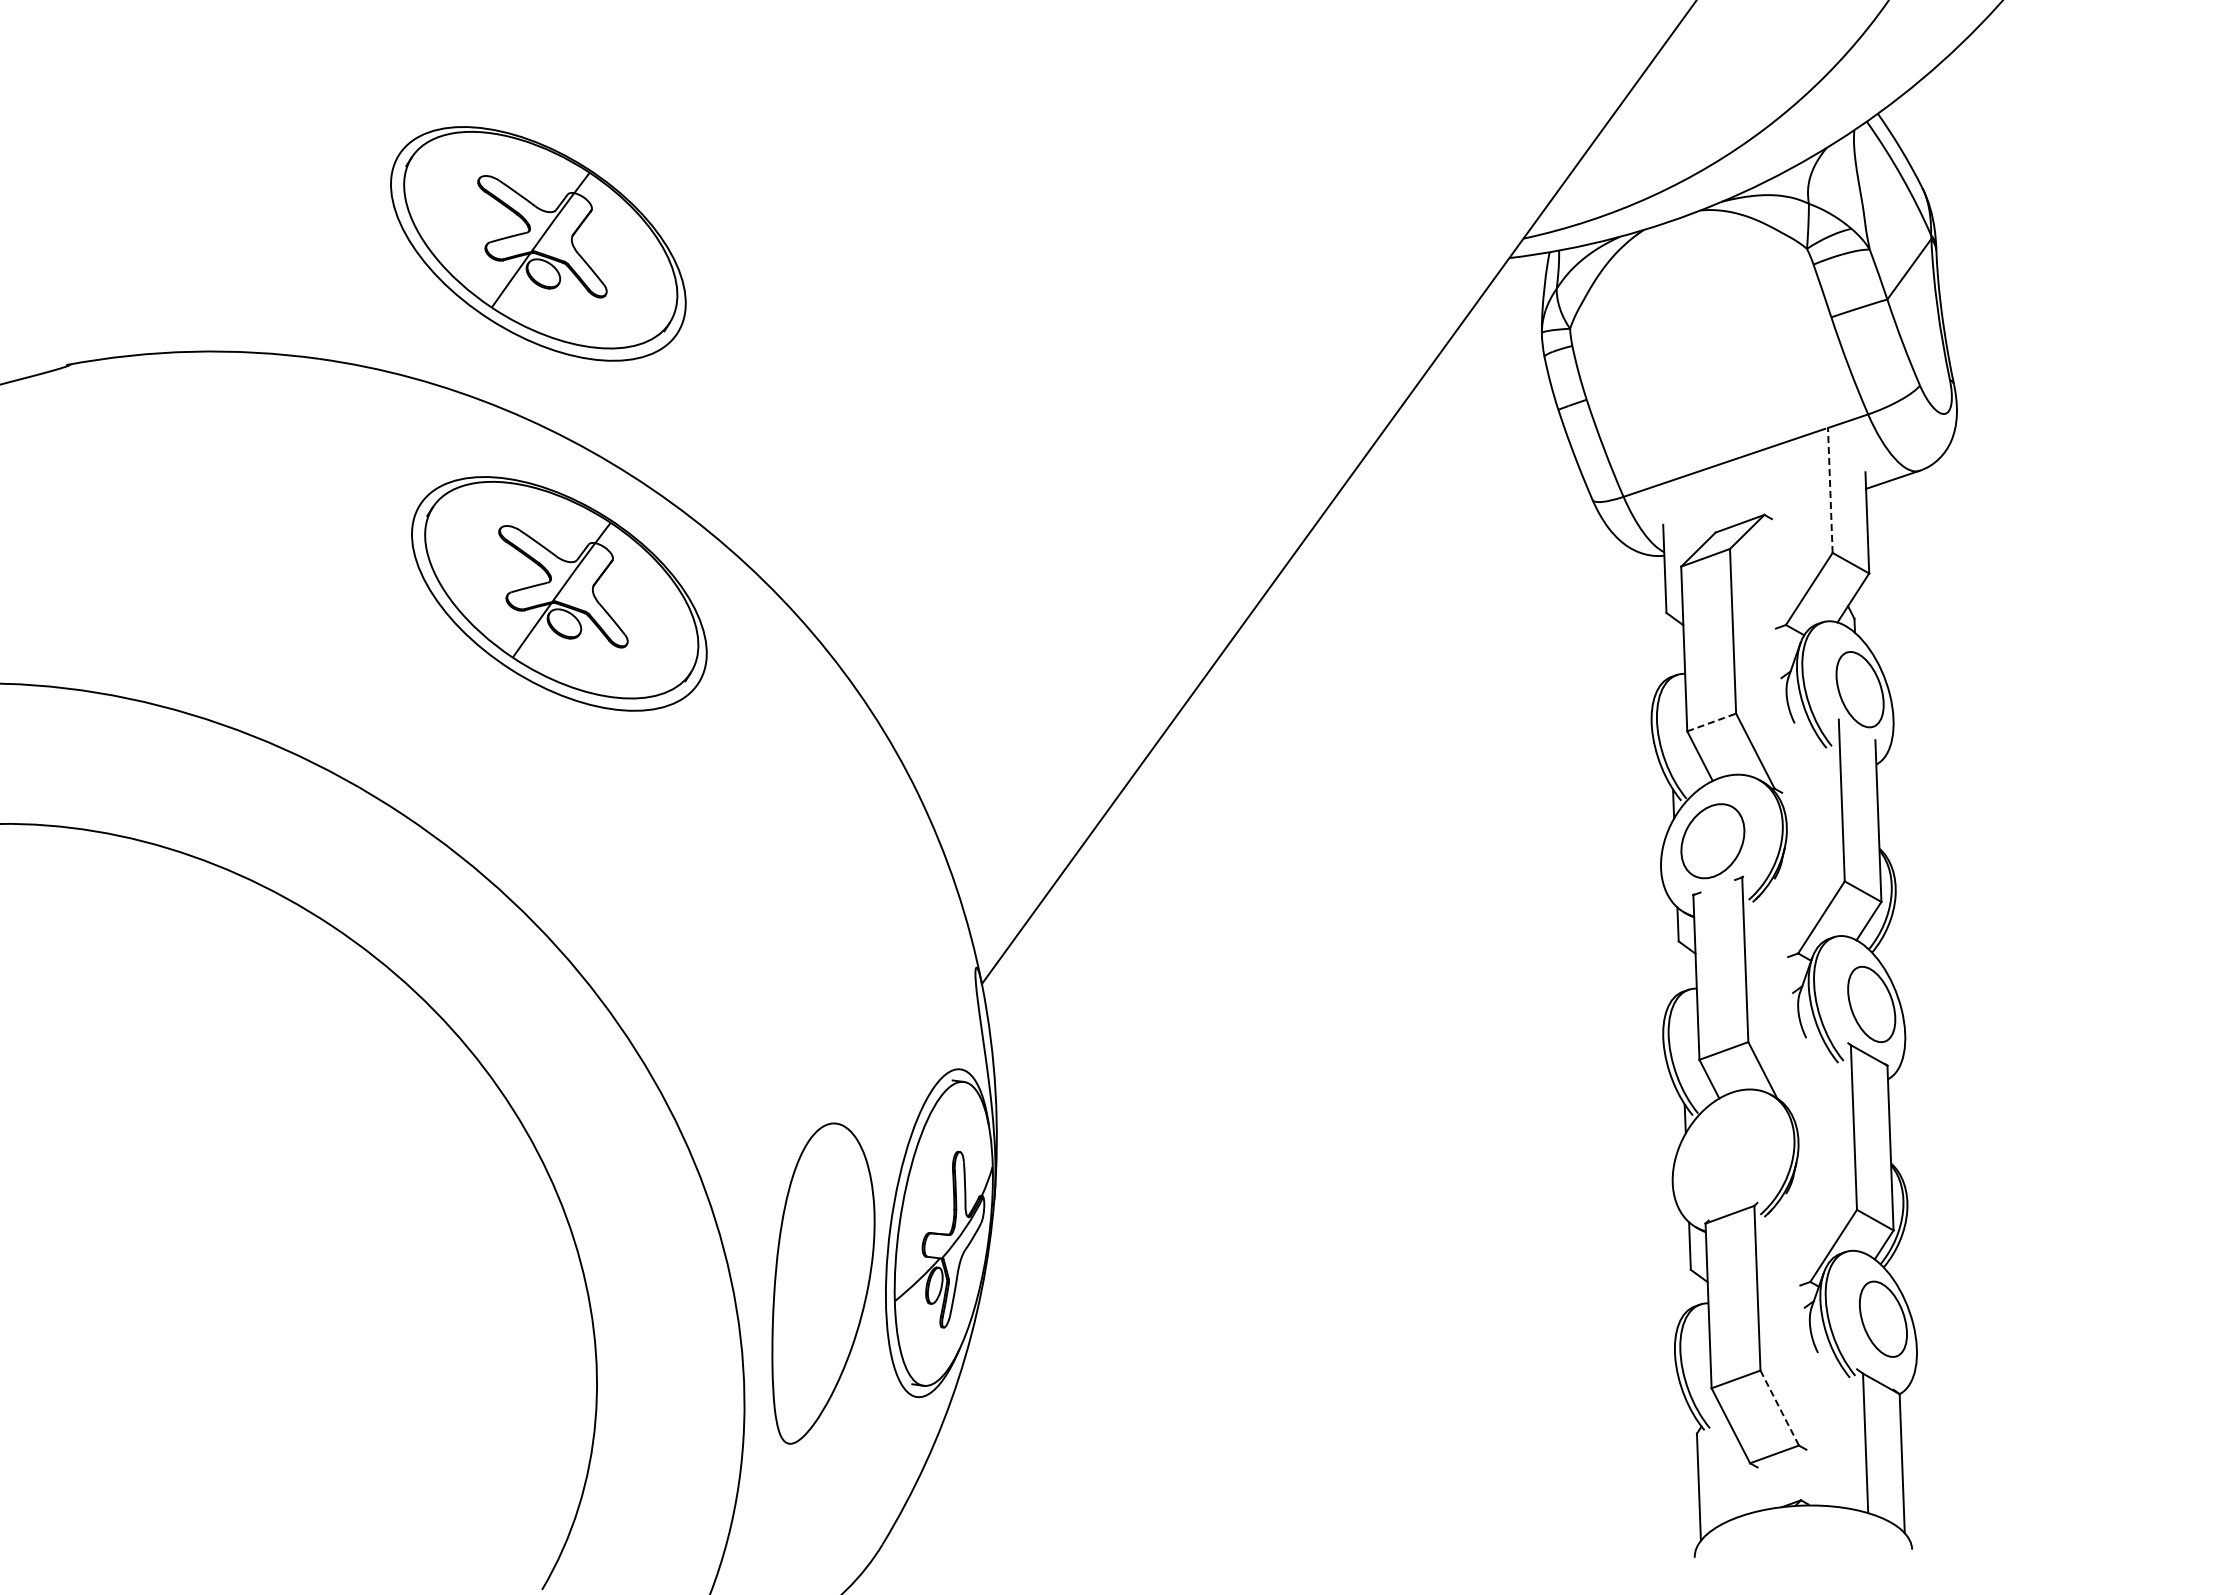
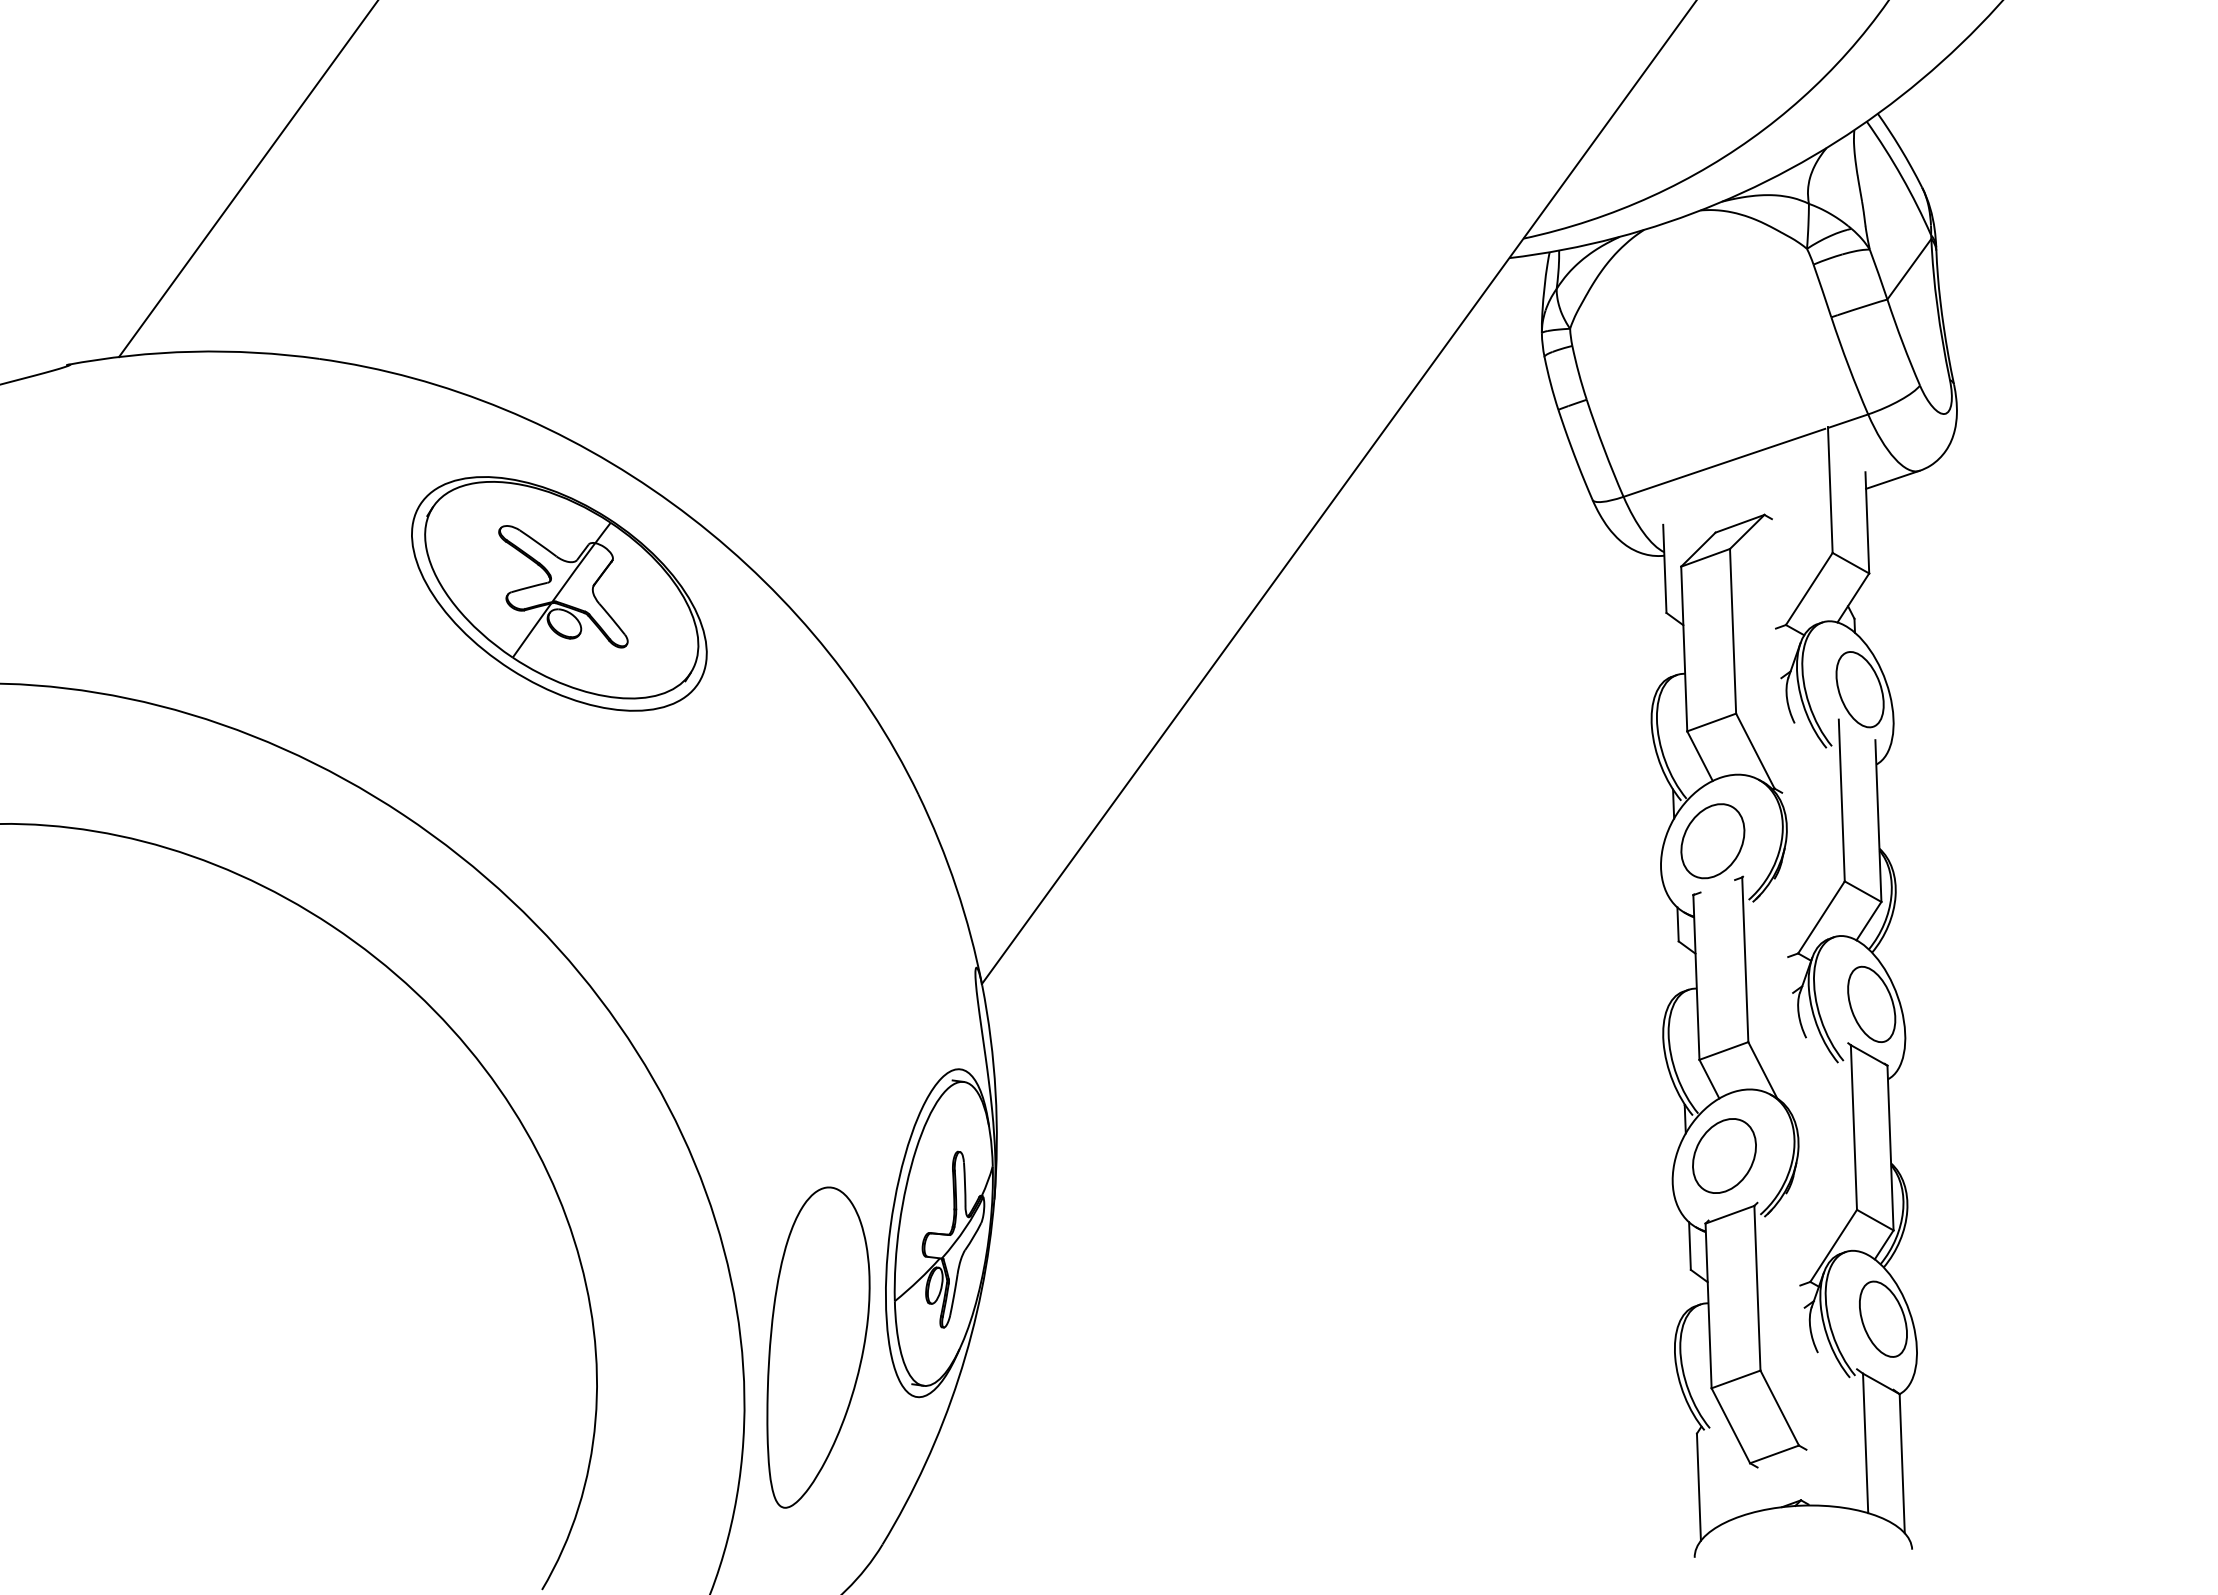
line at (247, 179): none -> present
part at (538, 243): present -> none
line at (1830, 489): dashed -> solid
line at (1711, 722): dashed -> solid
part at (1724, 1155): none -> present
part at (823, 1283) position: (823, 1283) -> (818, 1347)
line at (1779, 1408): dashed -> solid
